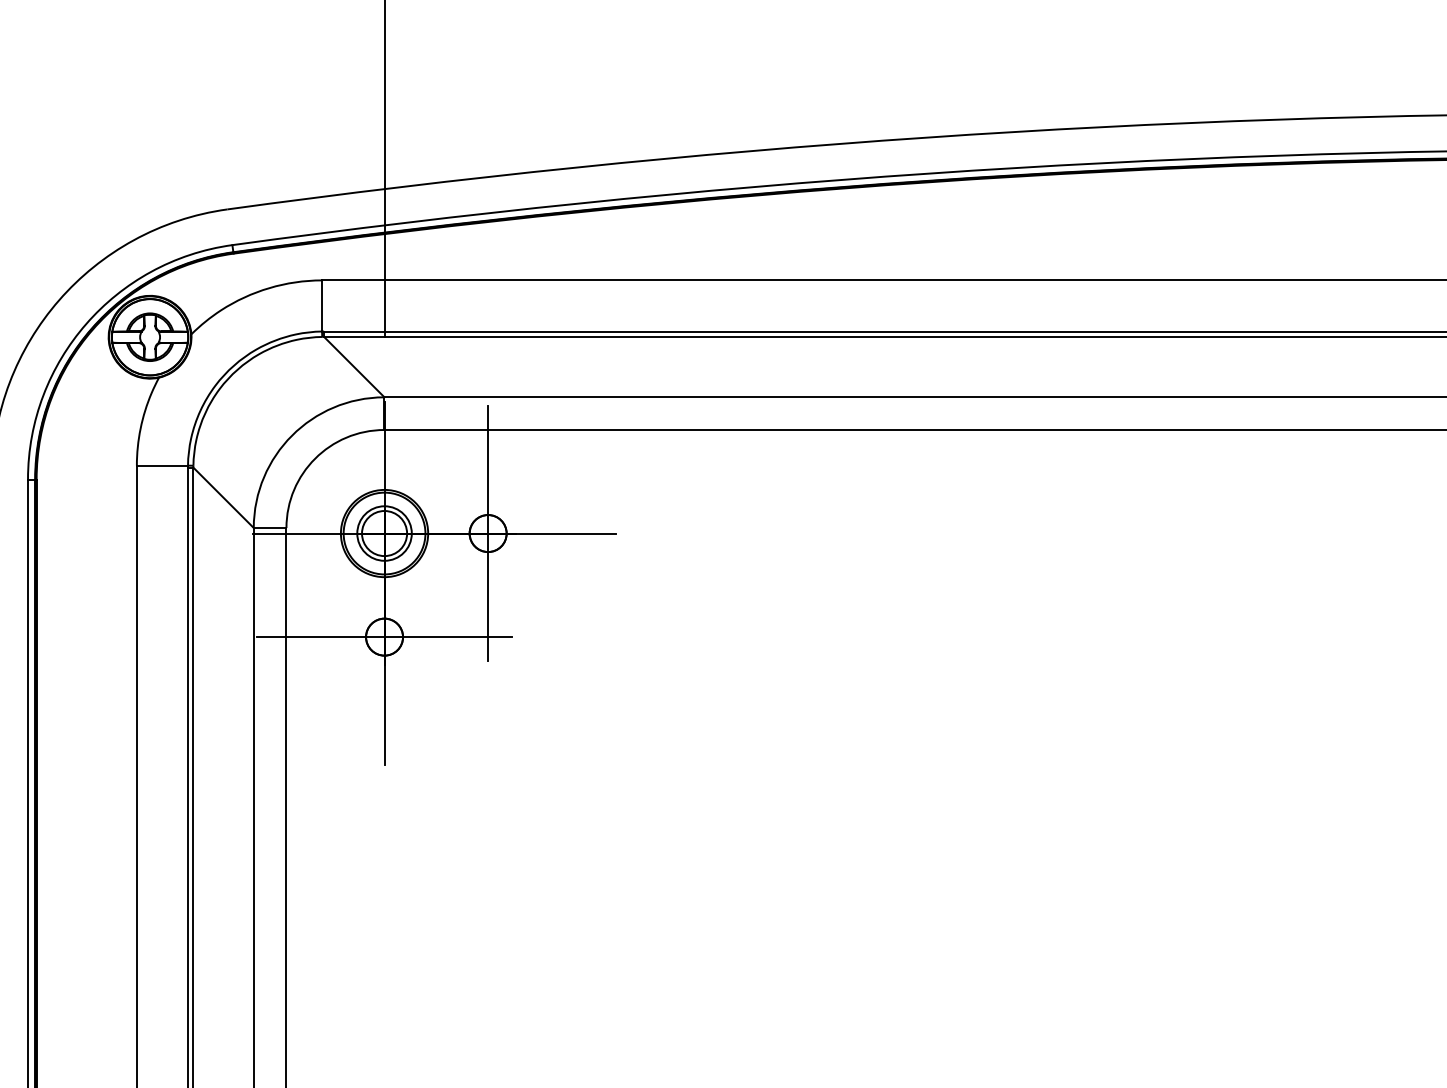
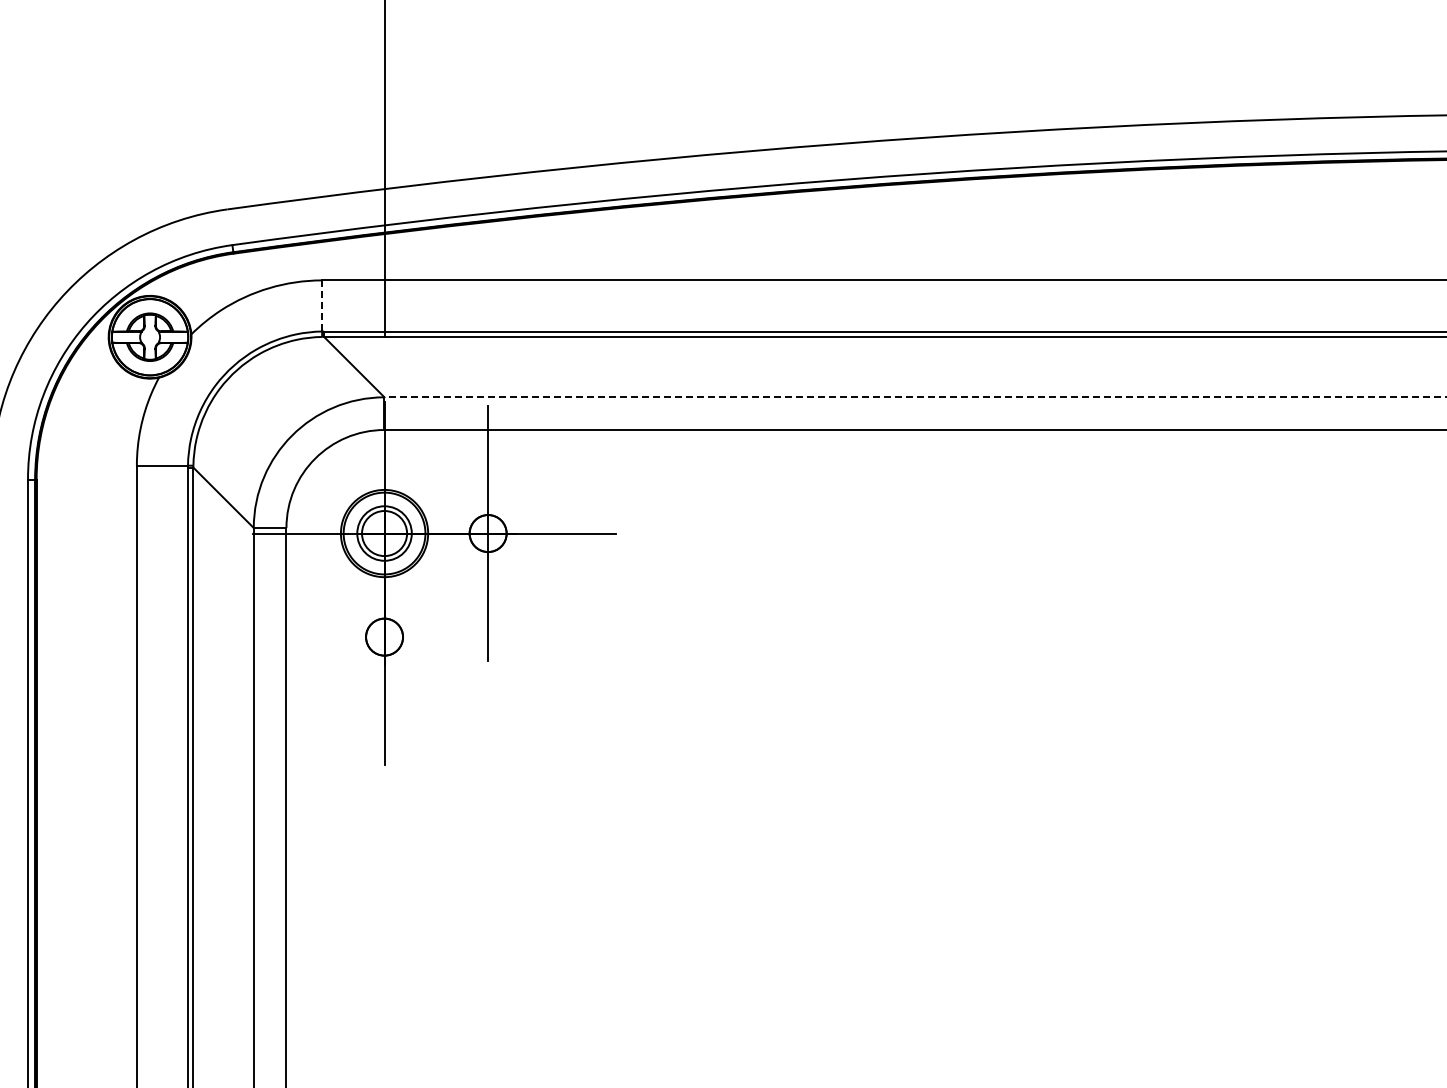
line at (322, 305): solid -> dashed
line at (915, 397): solid -> dashed
line at (384, 637): present -> none
